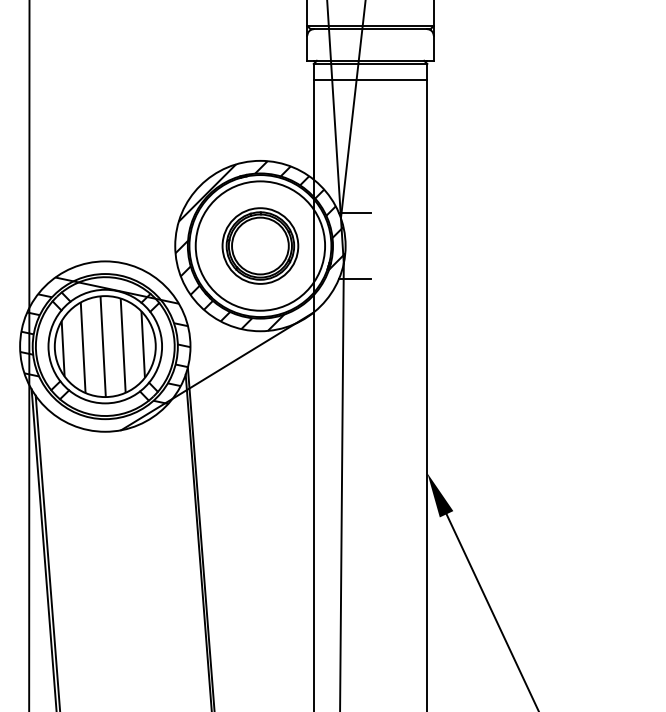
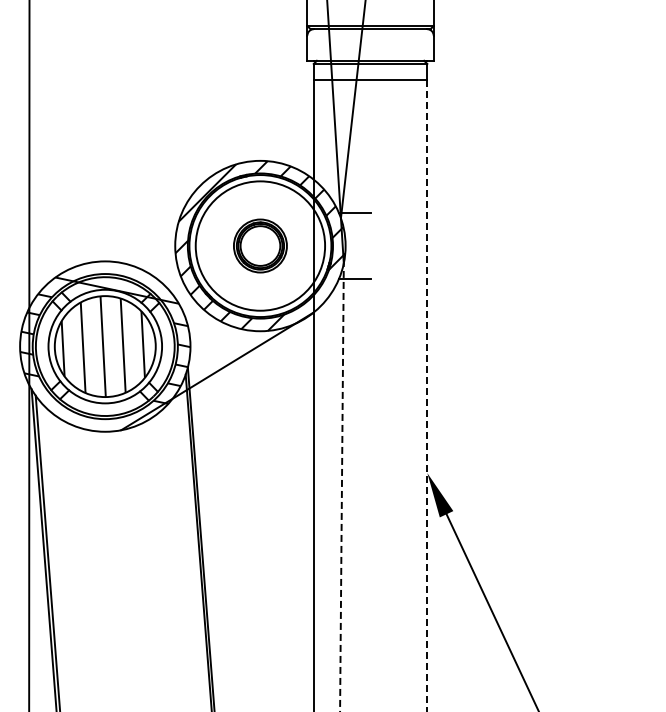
part at (260, 245) size: 79x78 px -> 55x56 px
line at (427, 396): solid -> dashed
line at (341, 487): solid -> dashed
